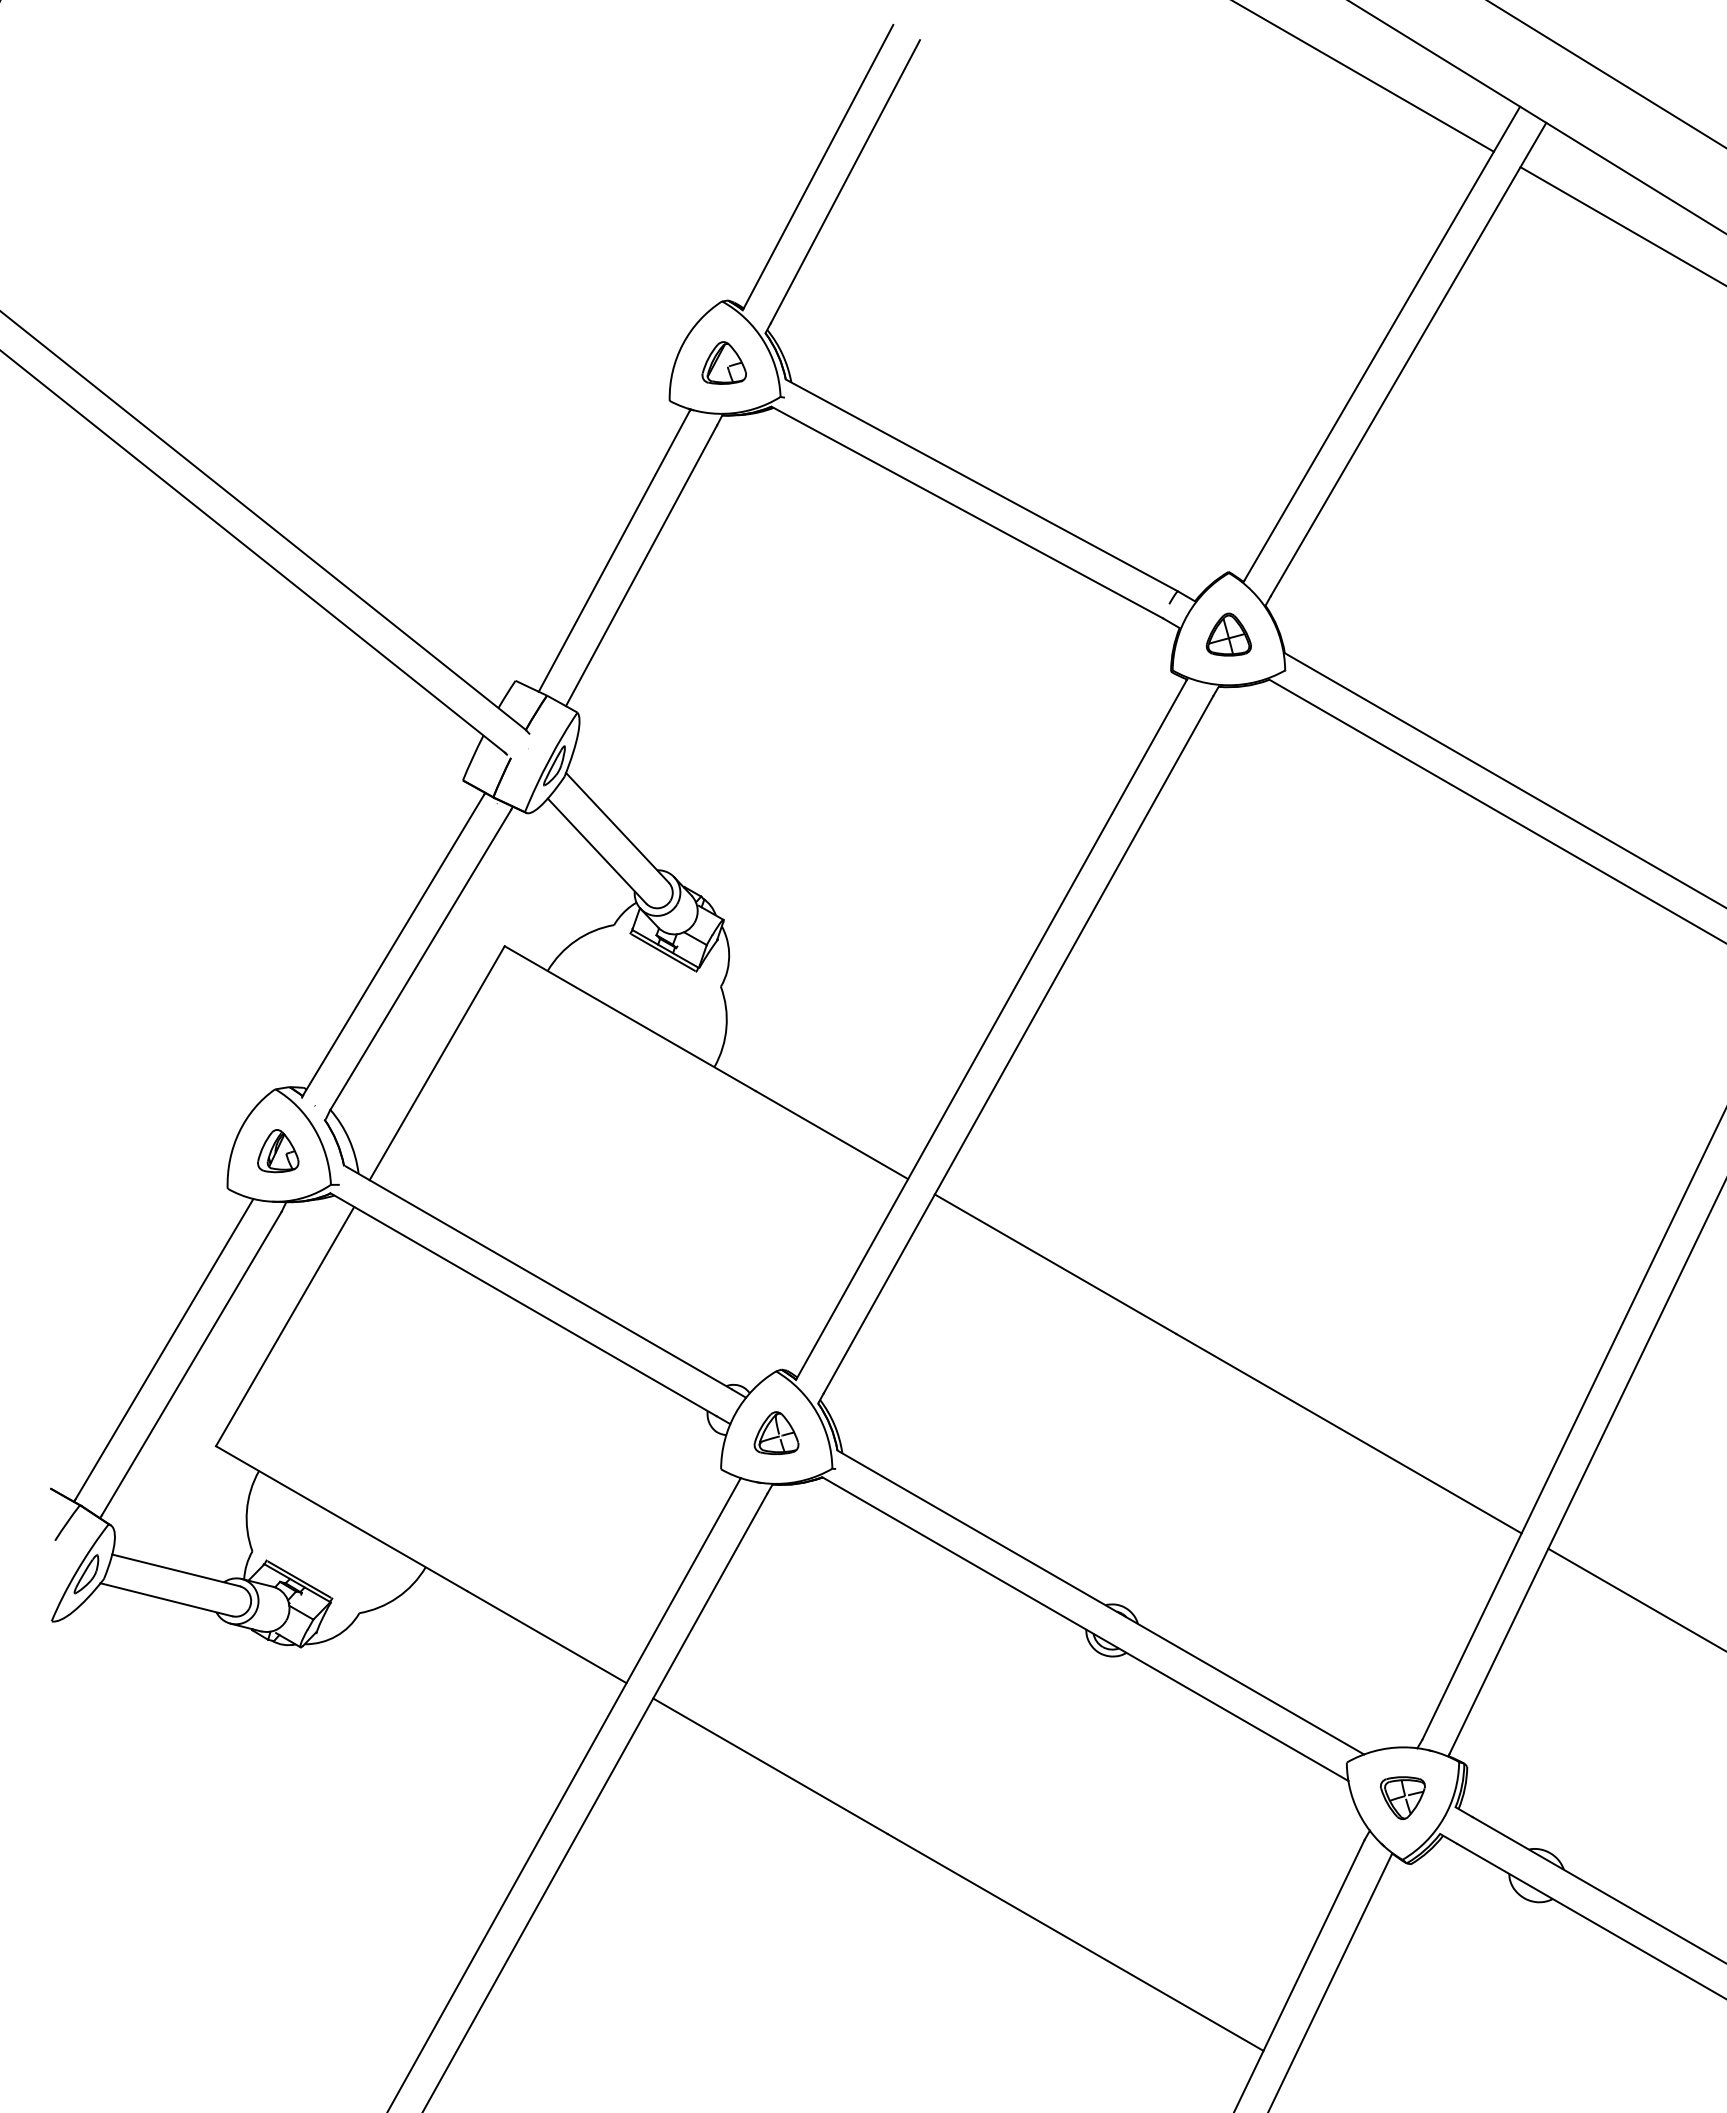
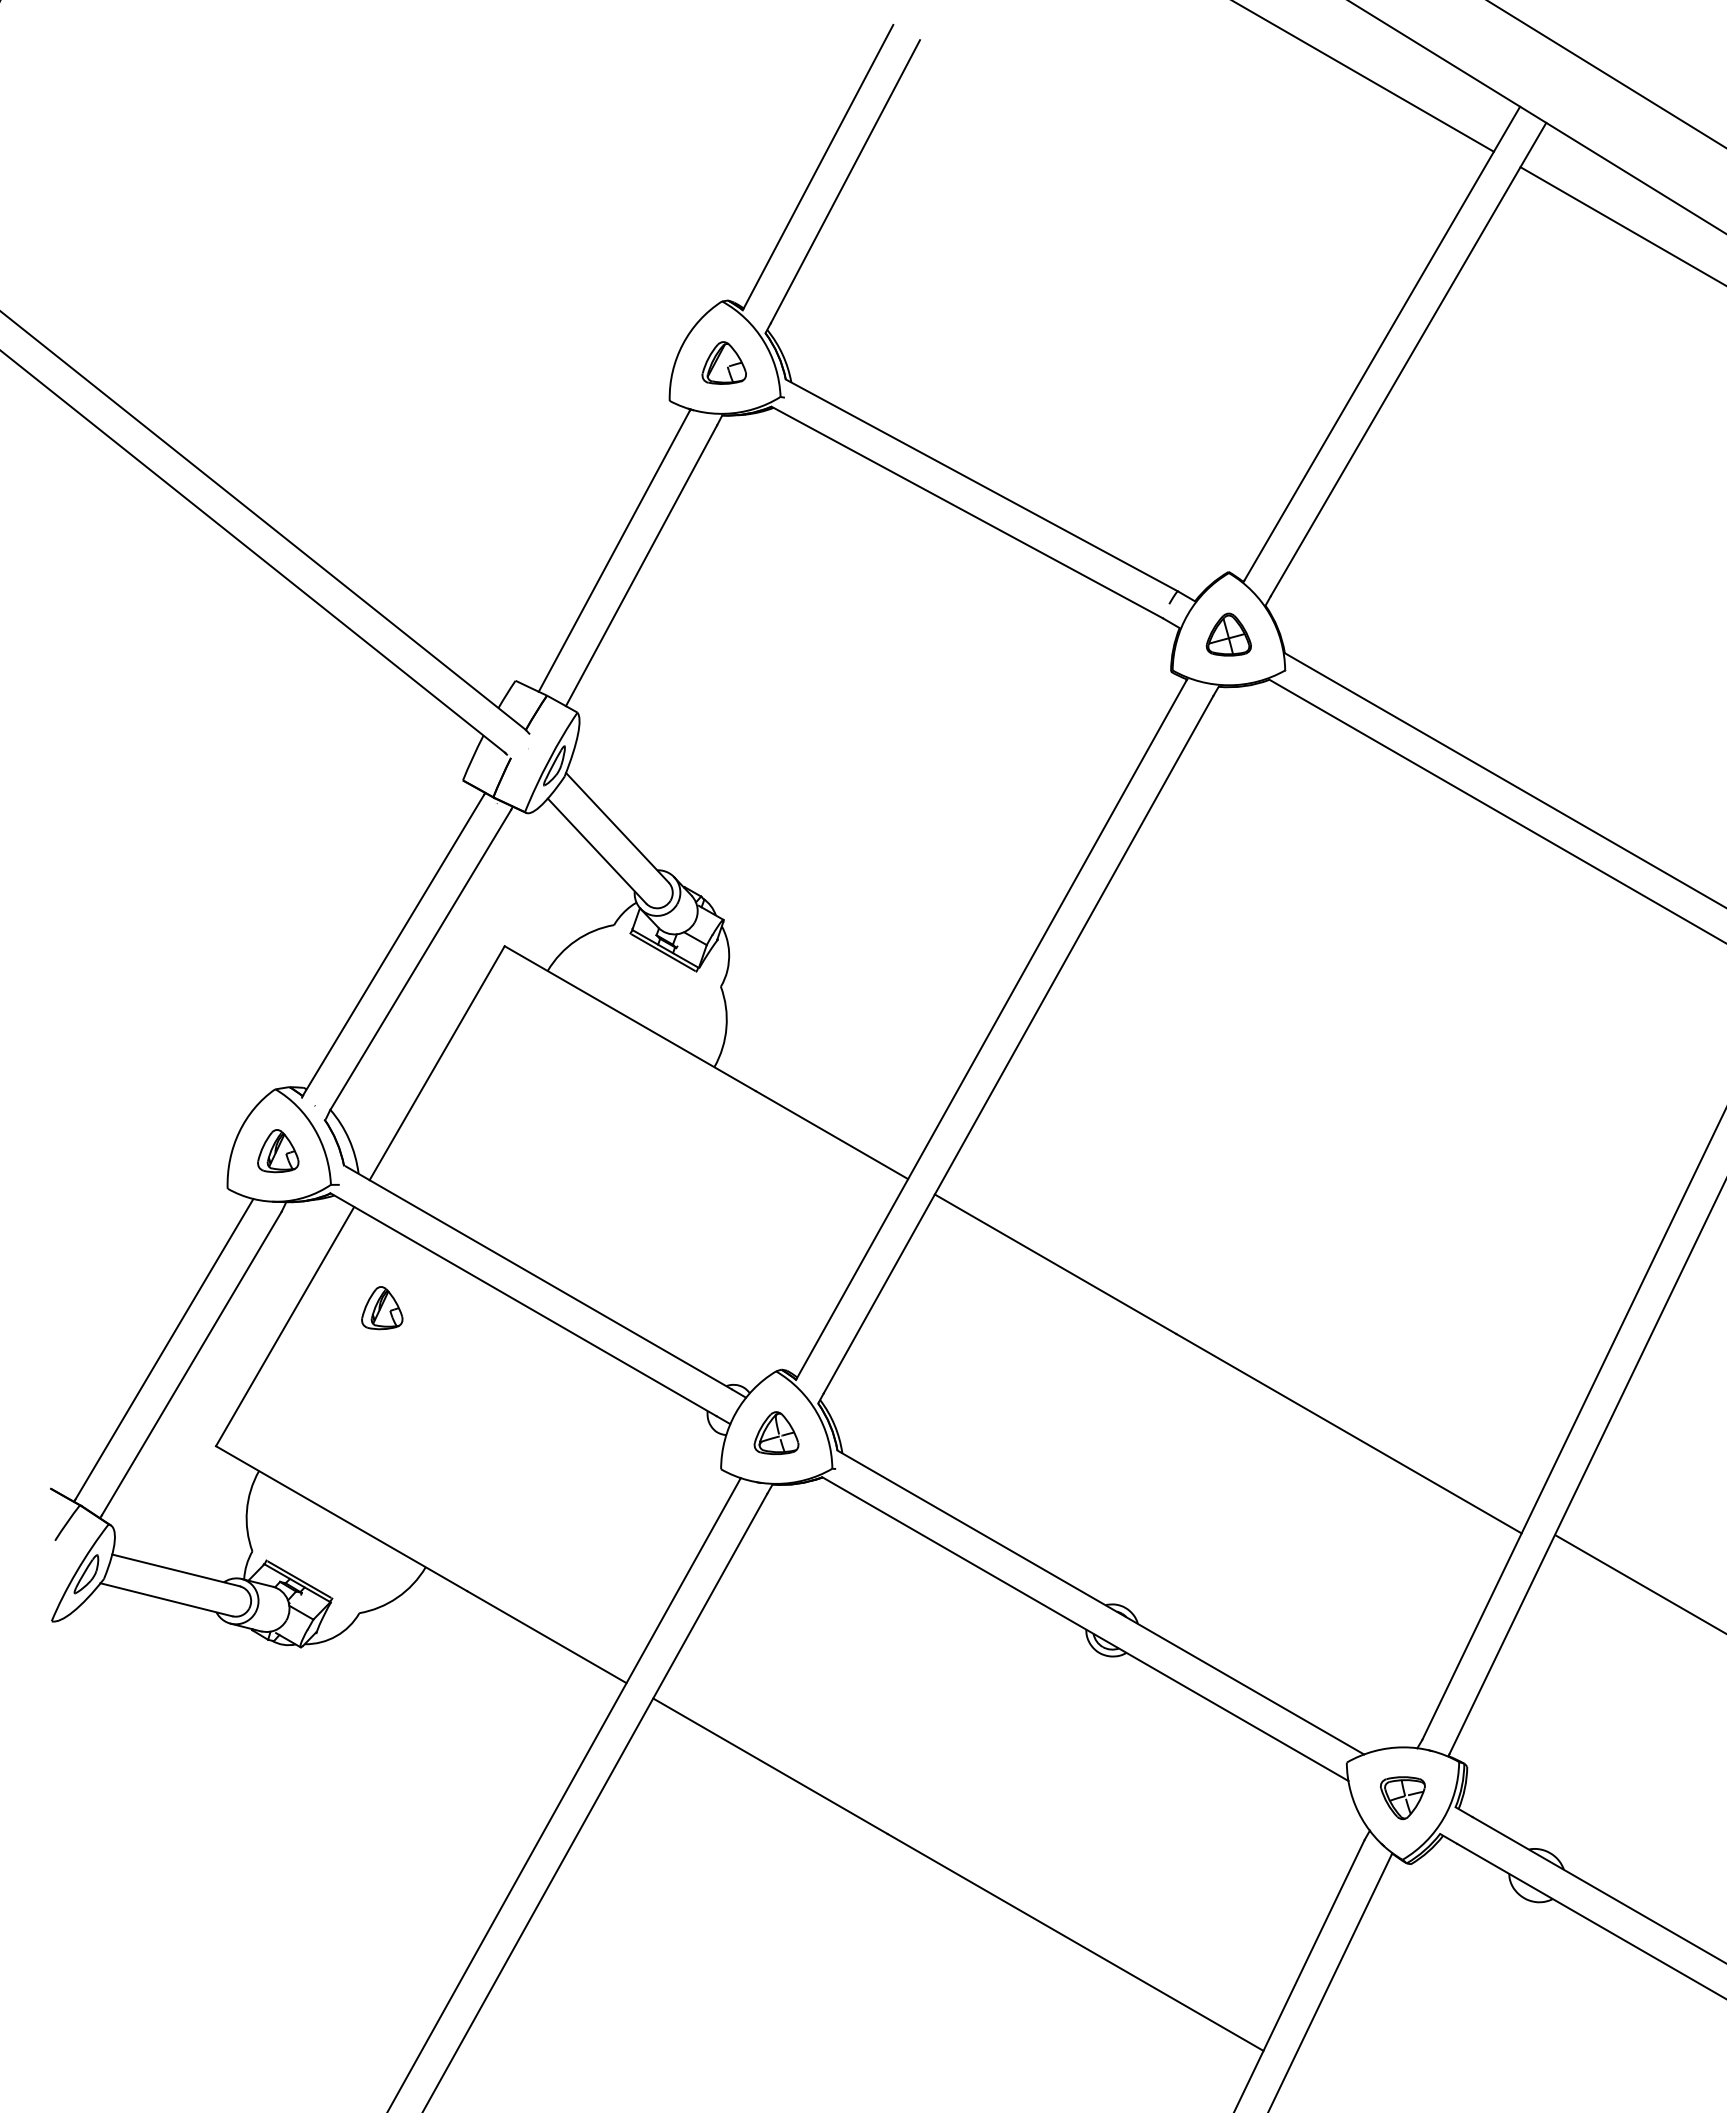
part at (382, 1308): none -> present
line at (1635, 1598) position: (1635, 1598) -> (1639, 1583)
